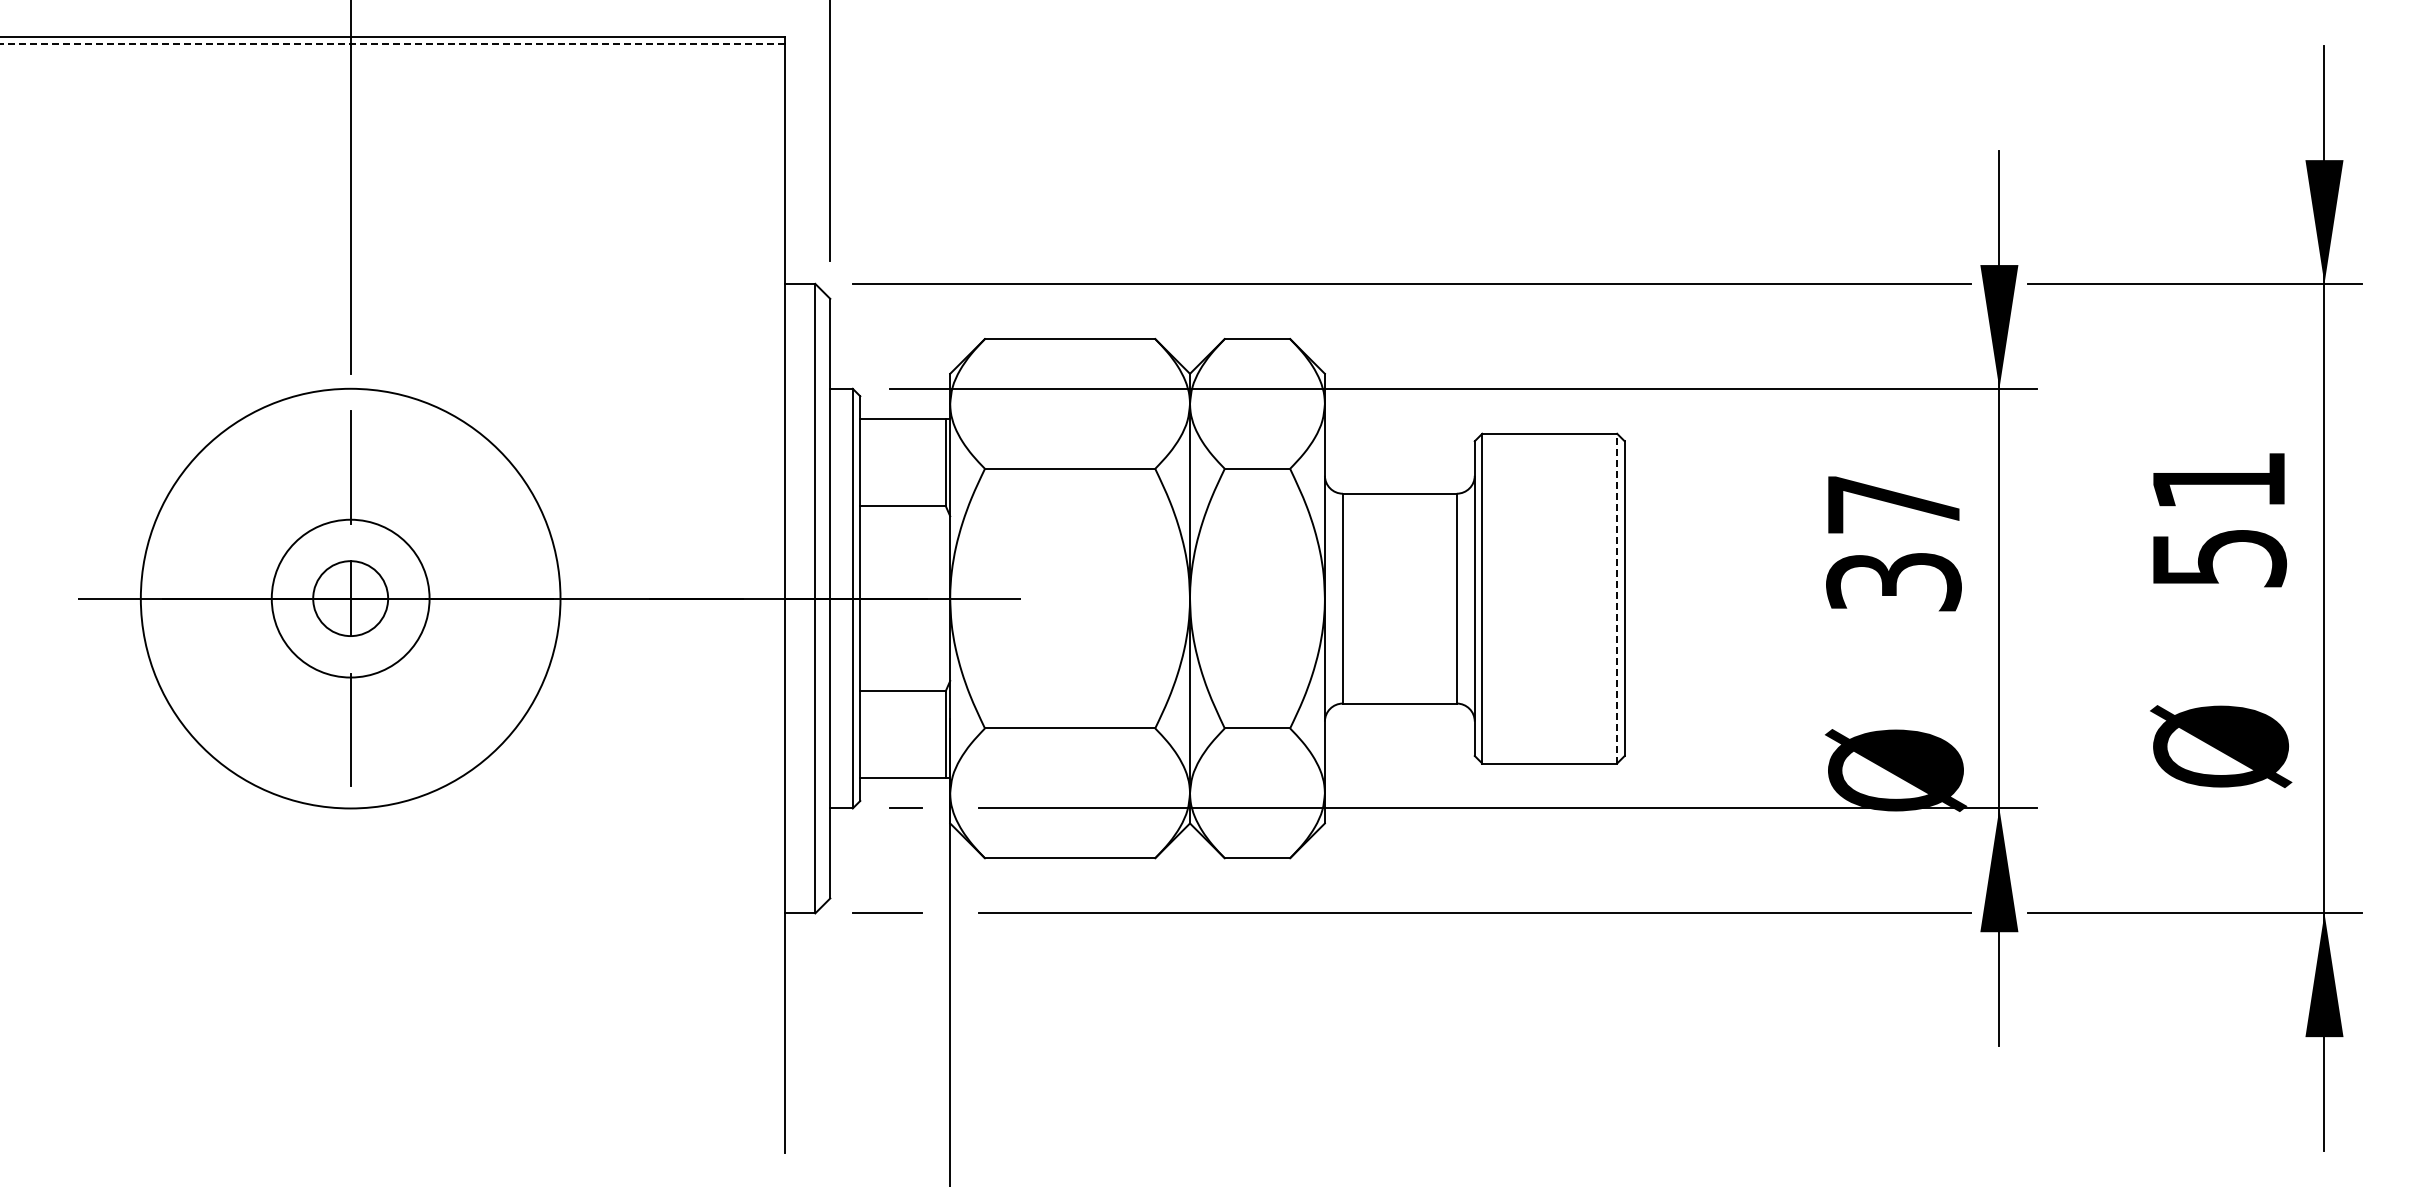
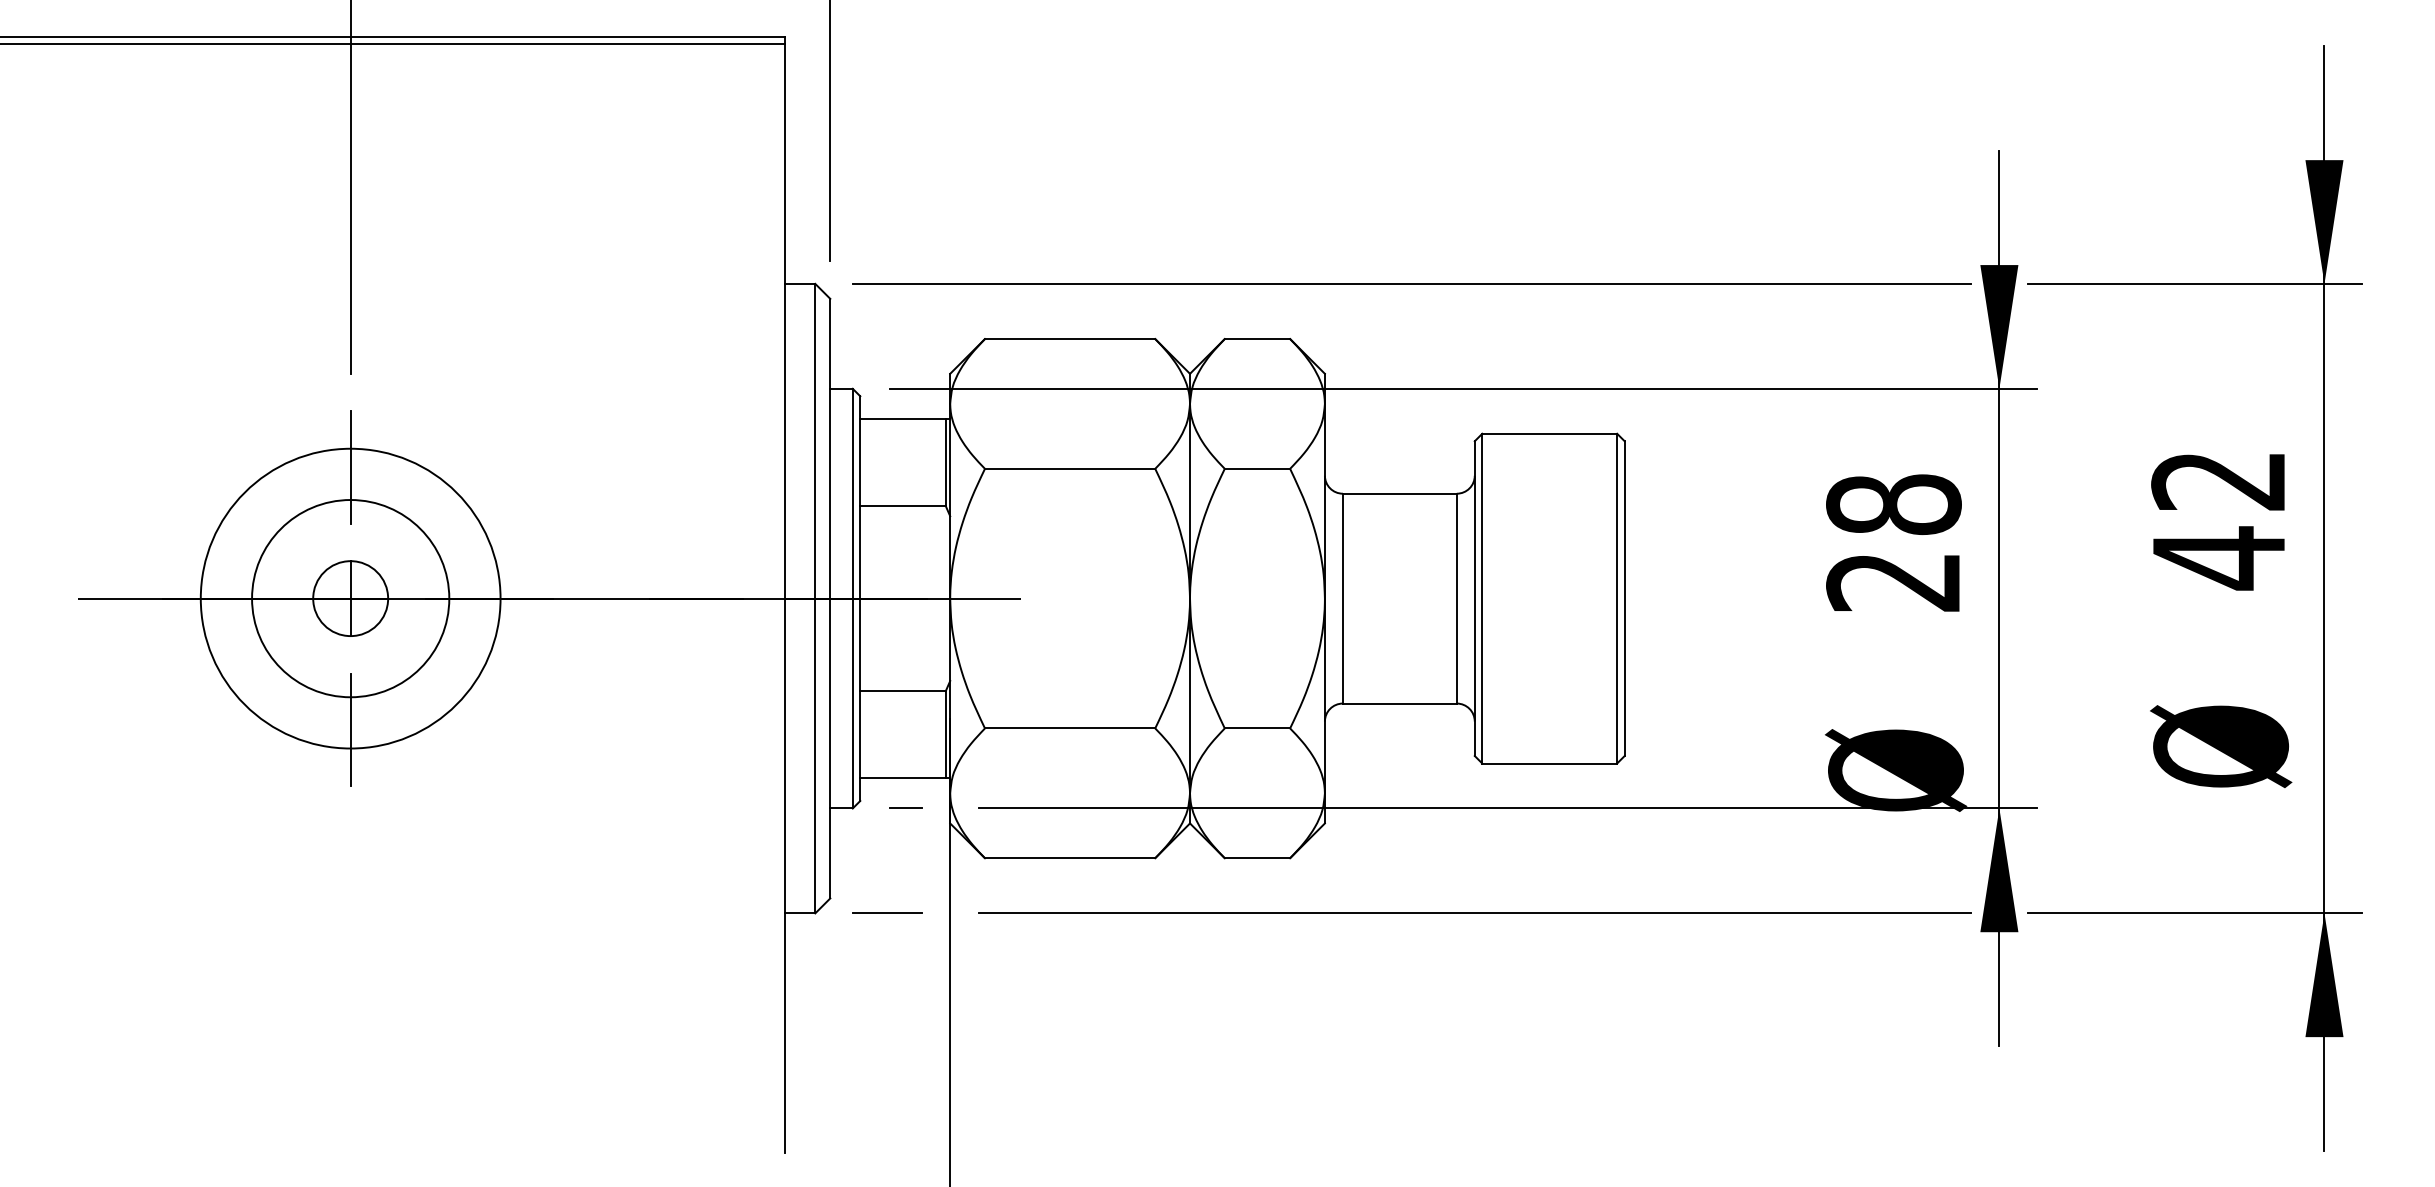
line at (392, 44): dashed -> solid
text at (2219, 521): 51 -> 42
text at (1893, 542): 37 -> 28
circle at (350, 598) diameter: 158 px -> 197 px
circle at (350, 598) diameter: 420 px -> 300 px
line at (1617, 598): dashed -> solid
